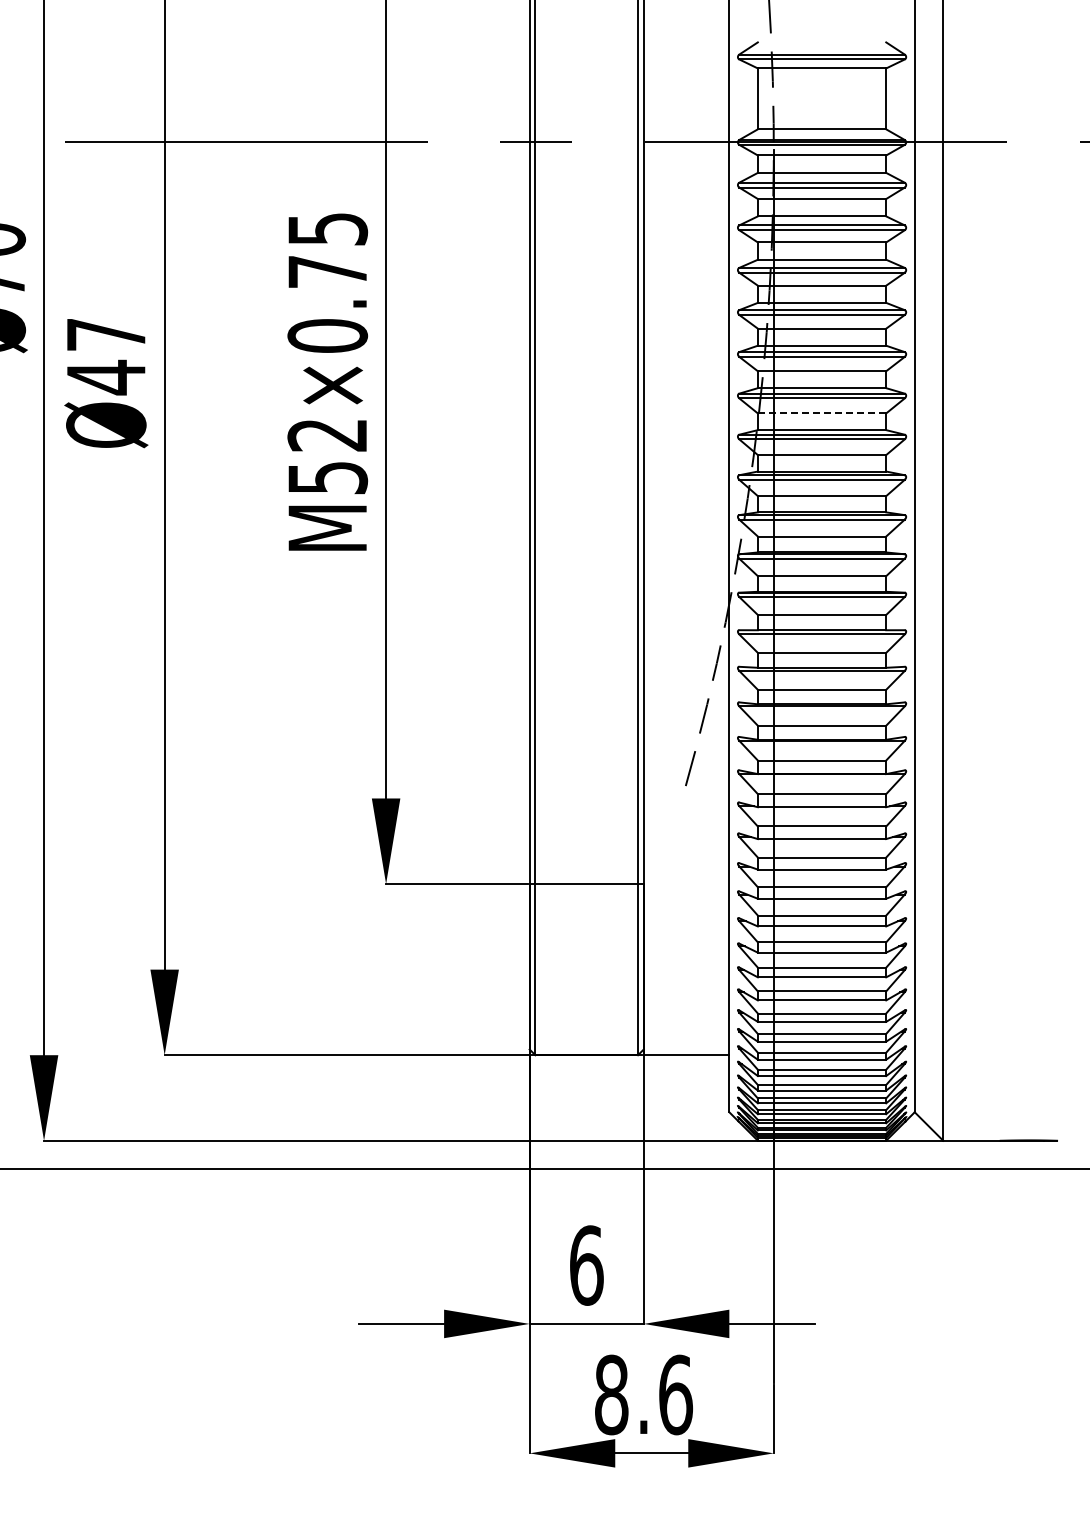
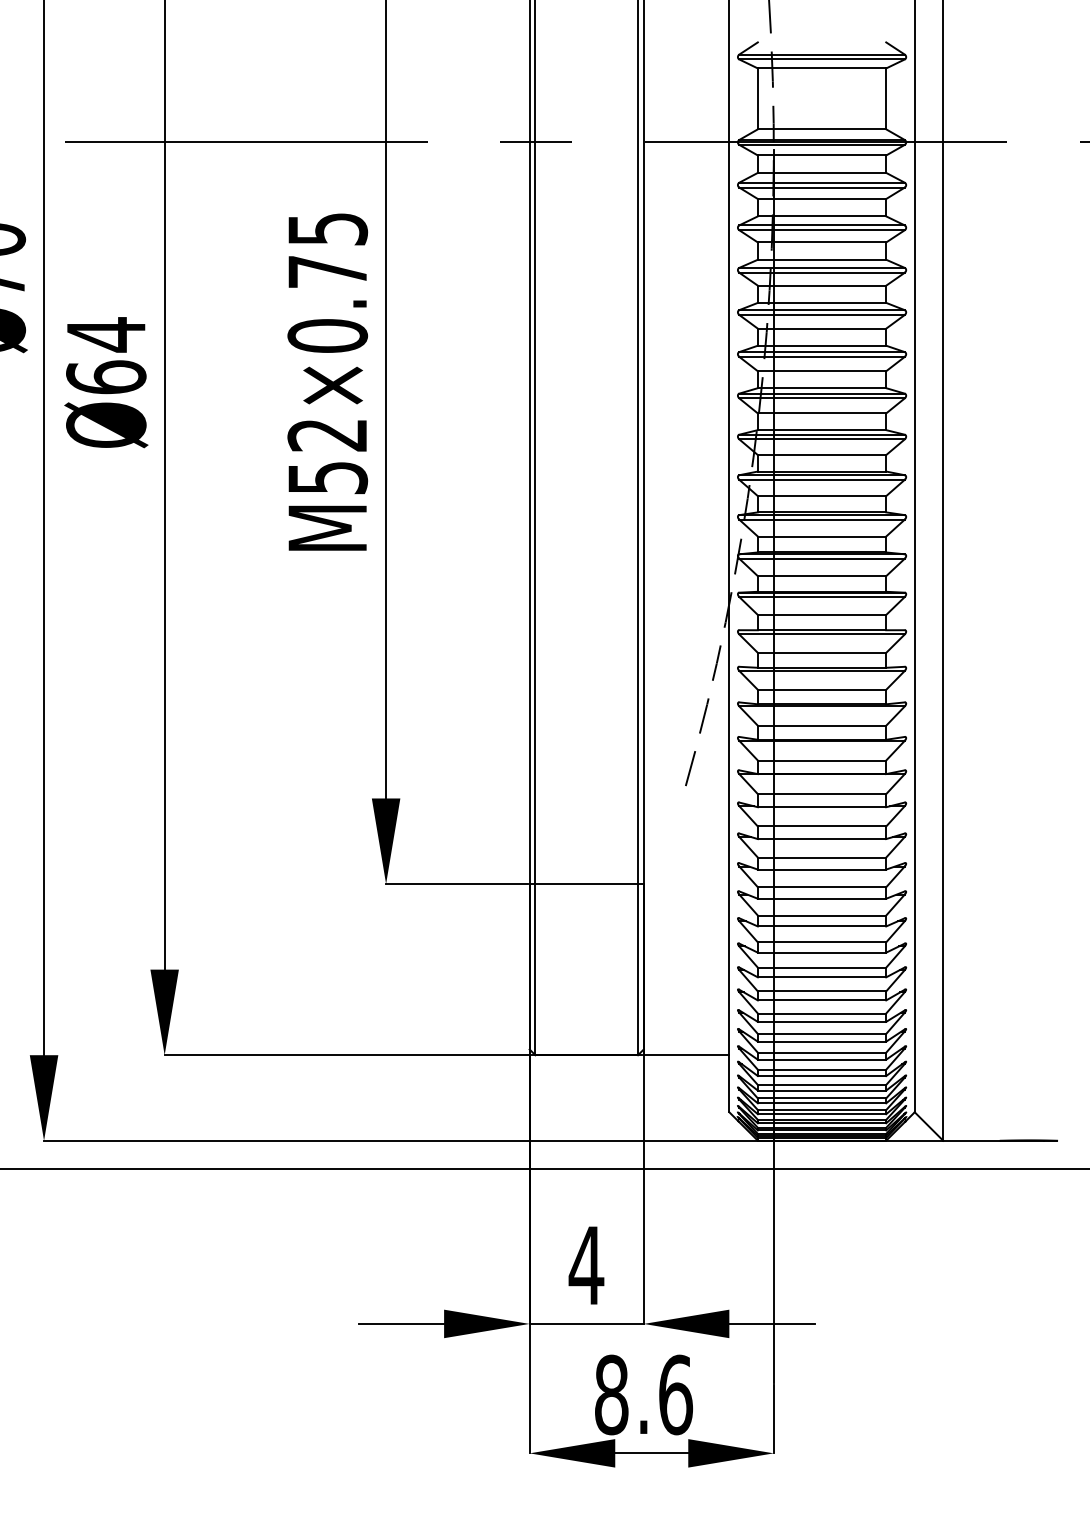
text at (106, 356): Ø47 -> Ø64
line at (821, 413): dashed -> solid
text at (586, 1265): 6 -> 4
